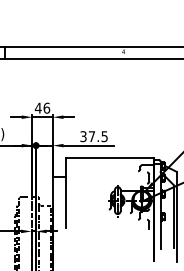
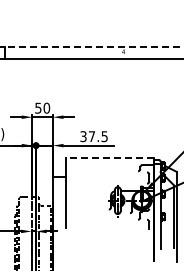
line at (92, 47): solid -> dashed
text at (42, 107): 46 -> 50
line at (109, 157): solid -> dashed
